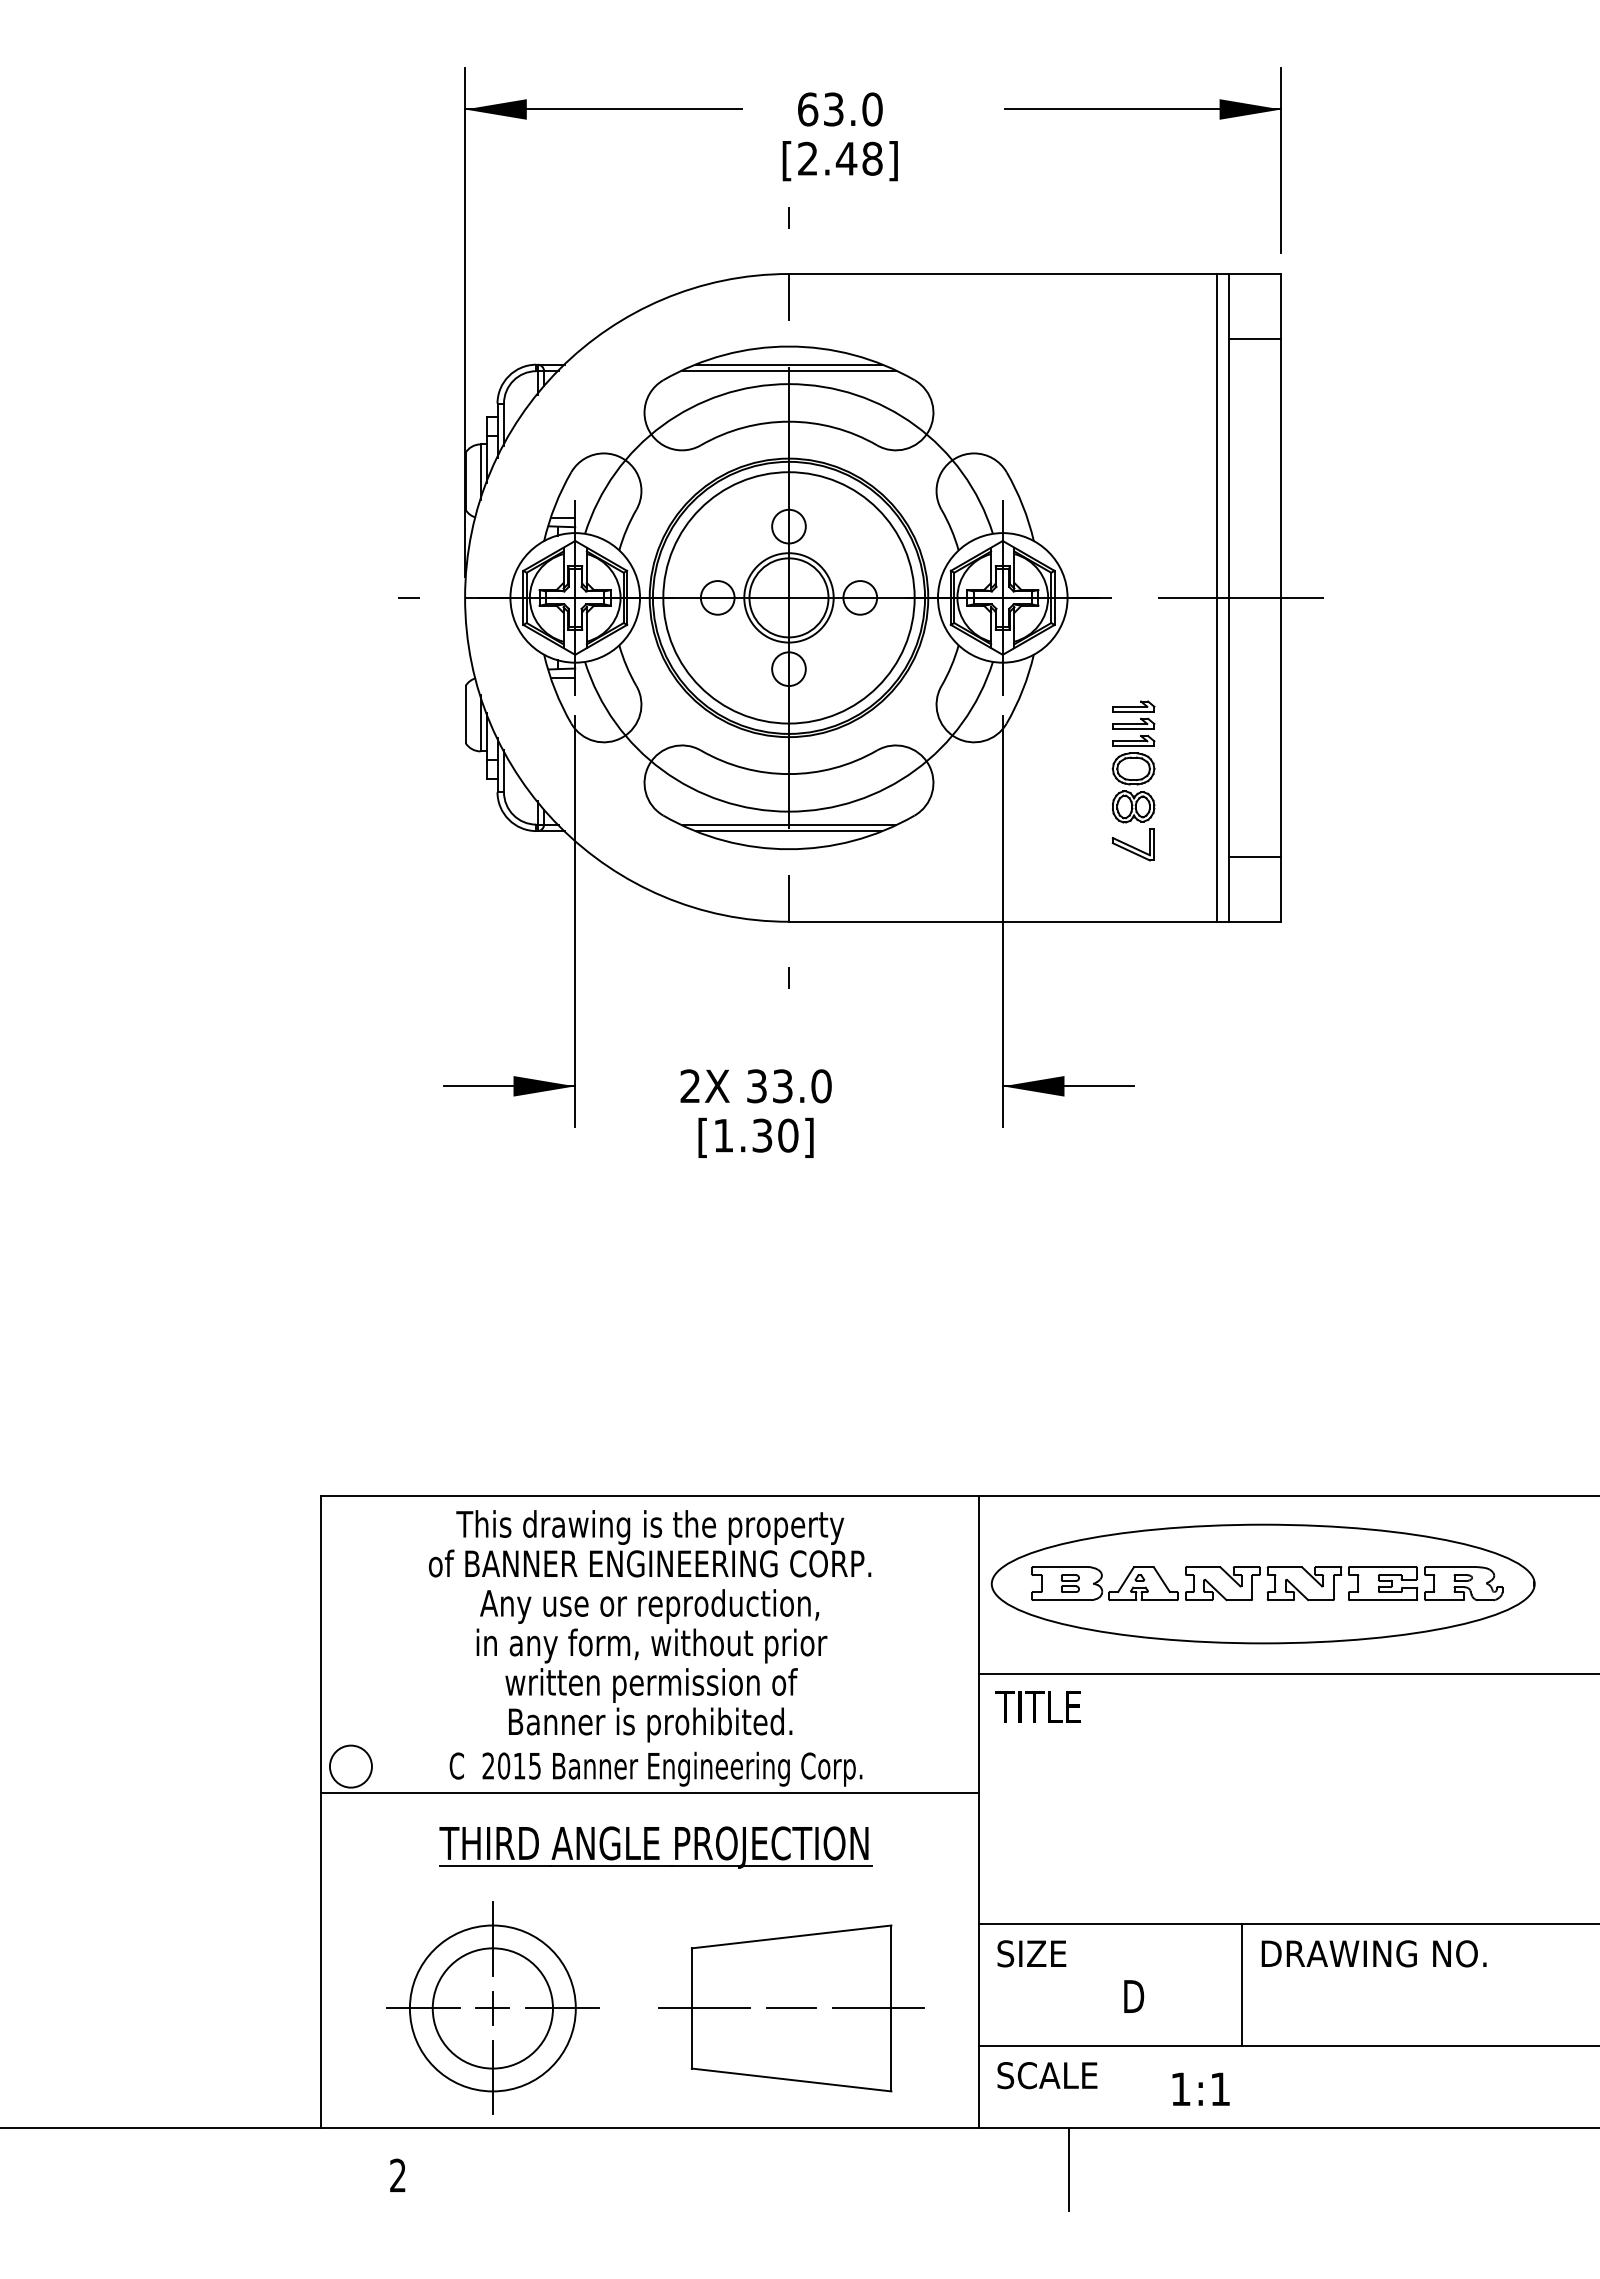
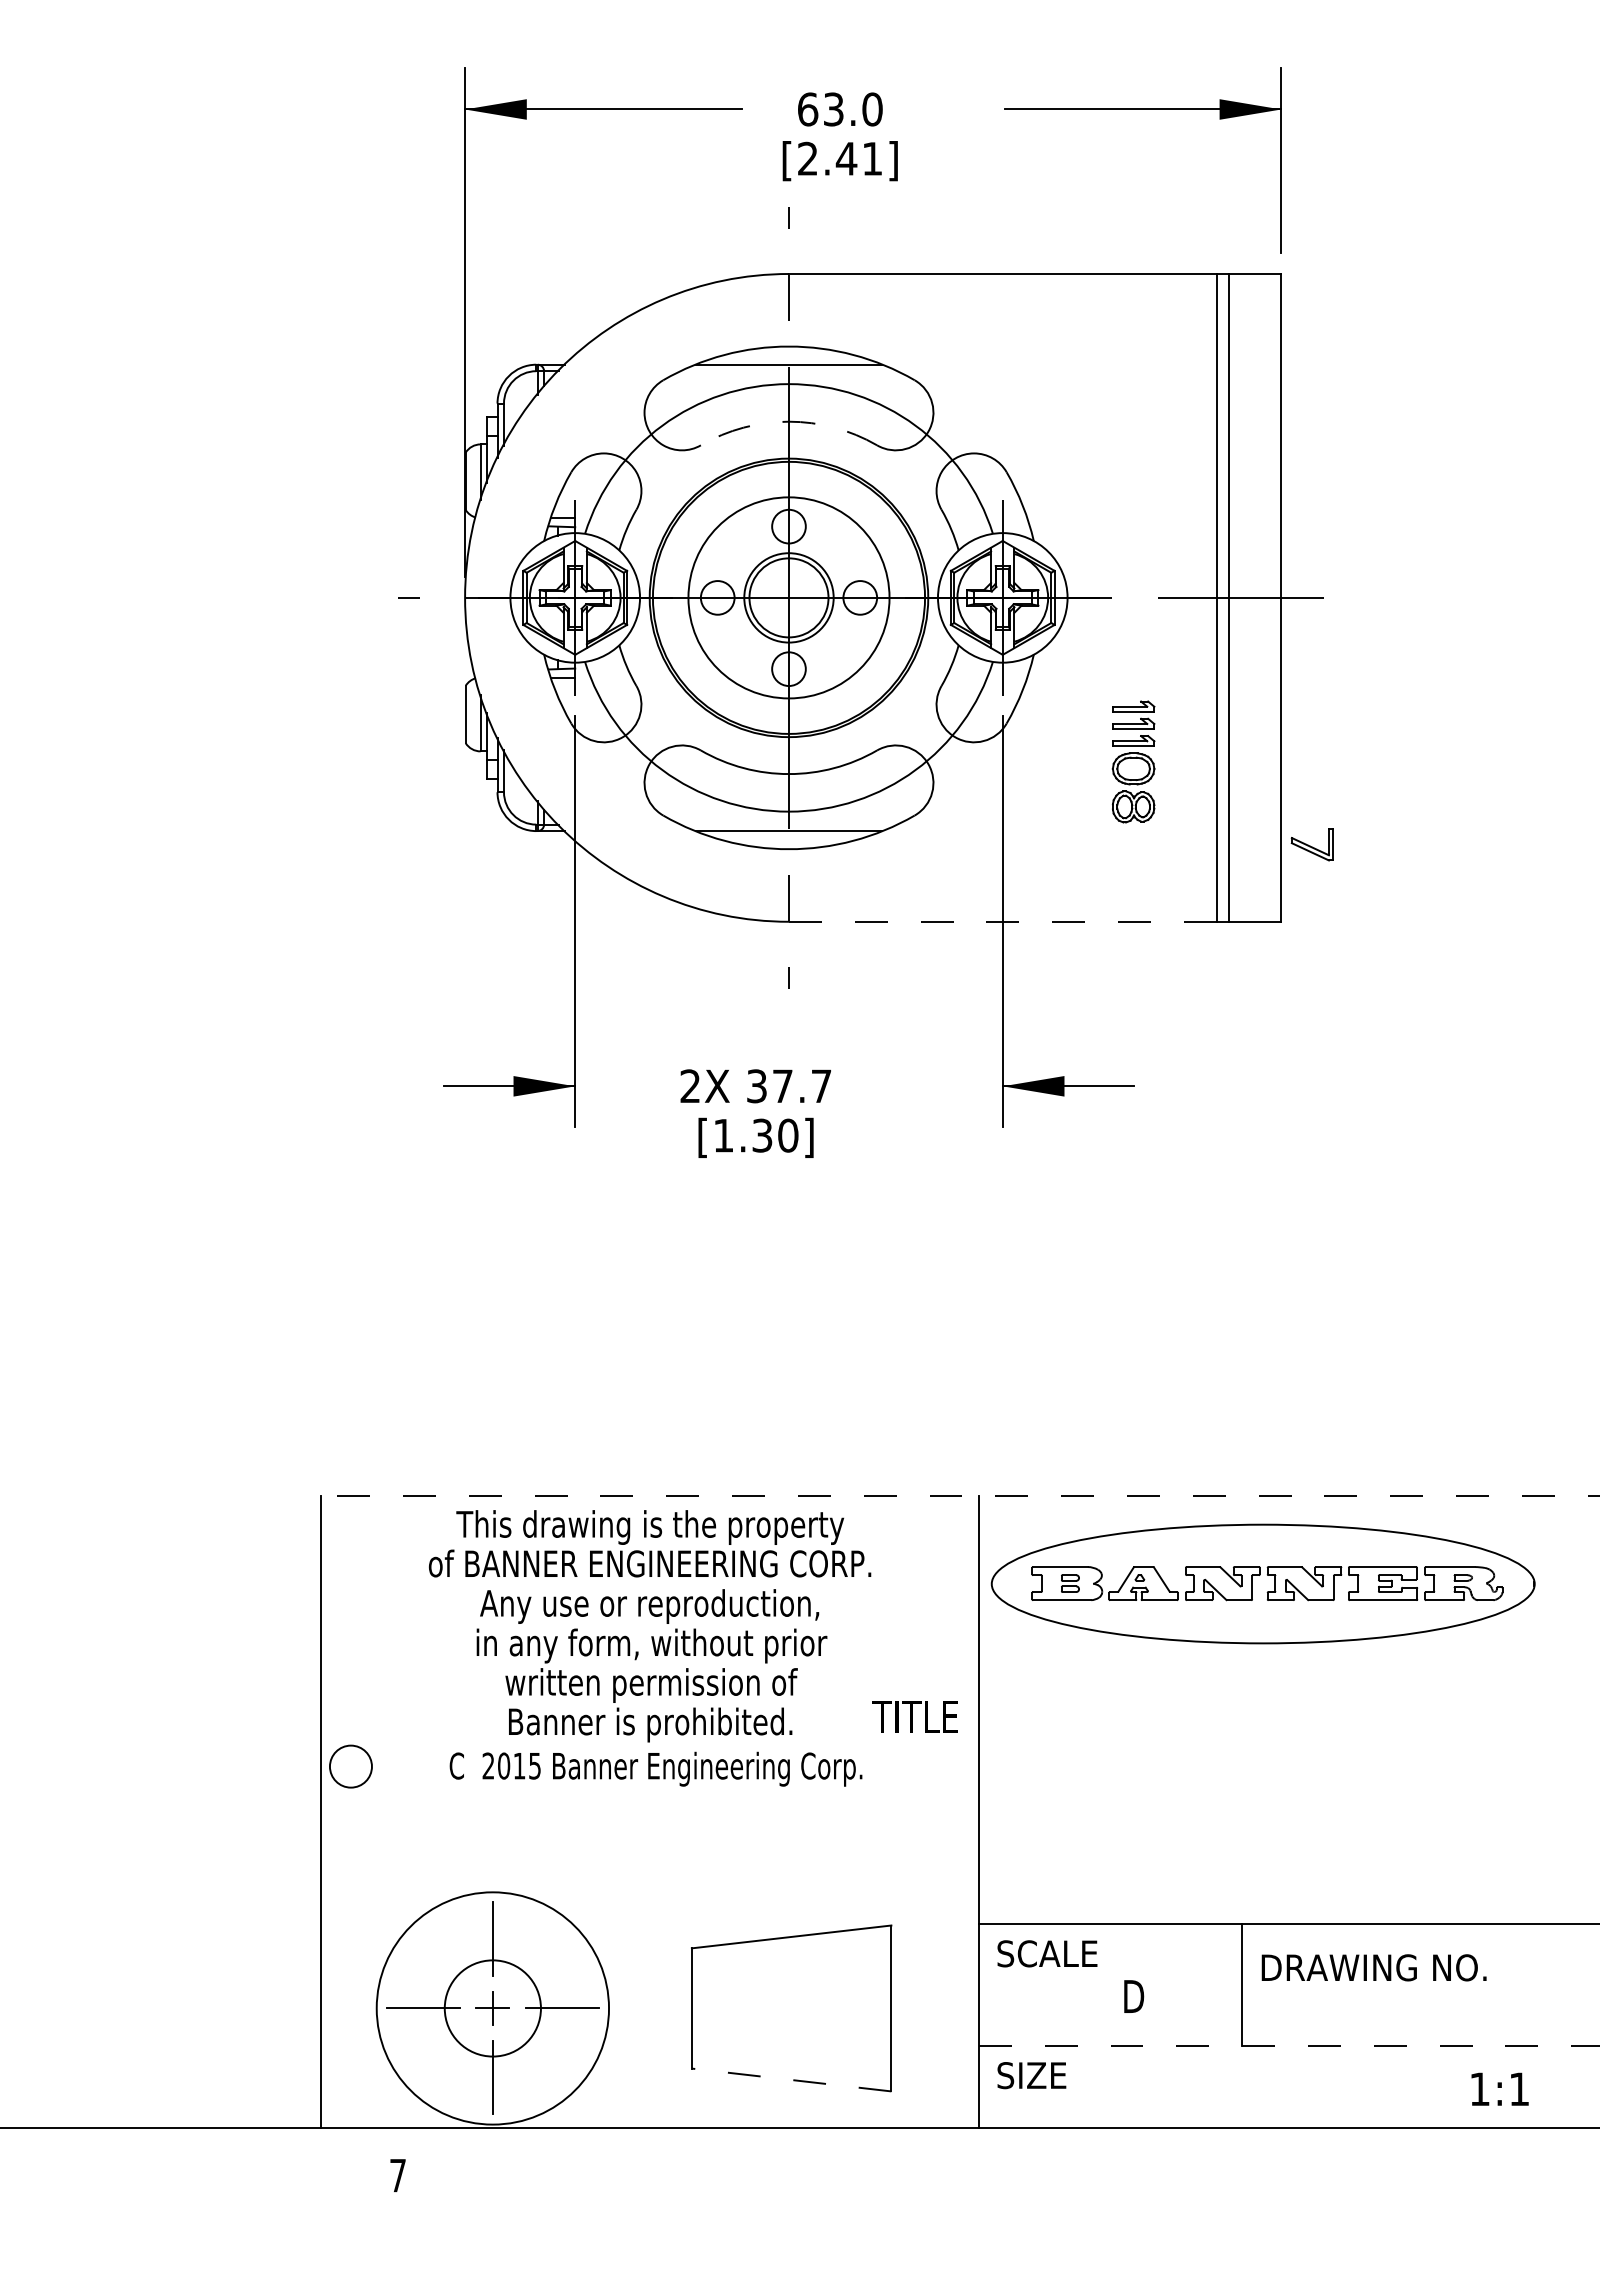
text at (872, 158): [2.48] -> [2.41]
line at (1255, 338): present -> none
line at (788, 371): present -> none
arc at (788, 421): solid -> dashed
circle at (788, 597) diameter: 251 px -> 201 px
line at (788, 824): present -> none
part at (1132, 844) position: (1132, 844) -> (1311, 844)
line at (1255, 857): present -> none
line at (1002, 921): solid -> dashed
text at (802, 1086): 33.0 -> 37.7
line at (959, 1496): solid -> dashed
line at (1287, 1674): present -> none
text at (1037, 1706) position: (1037, 1706) -> (914, 1716)
line at (649, 1792): present -> none
part at (655, 1847): present -> none
text at (1057, 1953): SIZE -> SCALE
text at (1373, 1953) position: (1373, 1953) -> (1373, 1967)
circle at (492, 2008) diameter: 120 px -> 96 px
circle at (492, 2008) diameter: 166 px -> 232 px
line at (704, 2008): present -> none
line at (791, 2008): present -> none
line at (878, 2008): present -> none
line at (1289, 2045): solid -> dashed
text at (1057, 2075): SCALE -> SIZE
line at (791, 2079): solid -> dashed
text at (1200, 2088) position: (1200, 2088) -> (1499, 2088)
line at (1069, 2169): present -> none
text at (397, 2175): 2 -> 7
